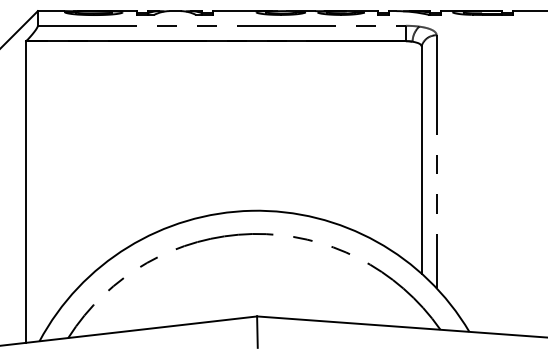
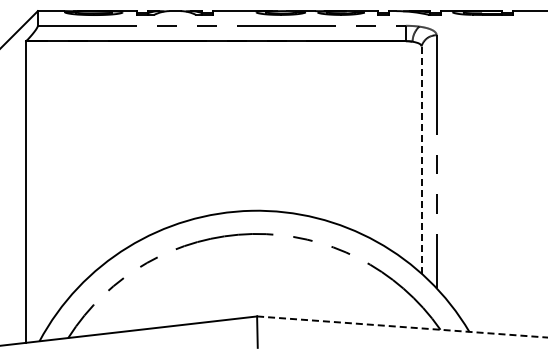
line at (421, 159): solid -> dashed
line at (402, 327): solid -> dashed
